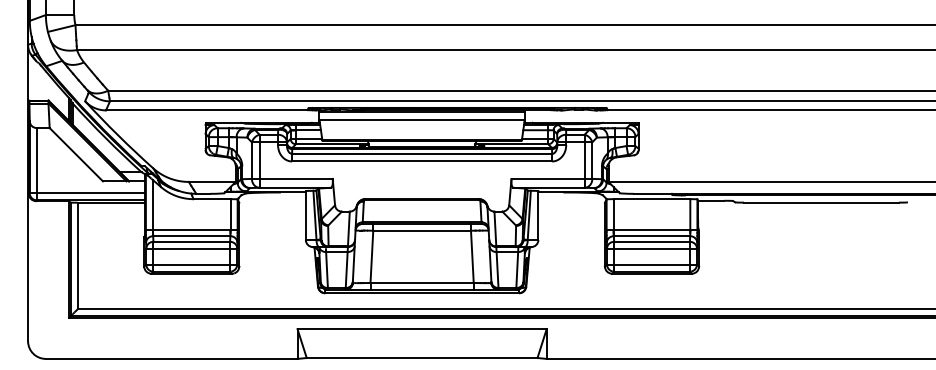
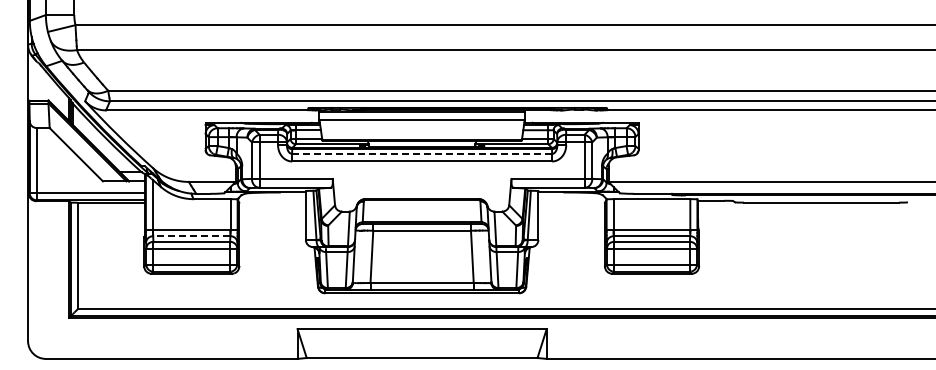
line at (421, 153): solid -> dashed
line at (191, 236): solid -> dashed
